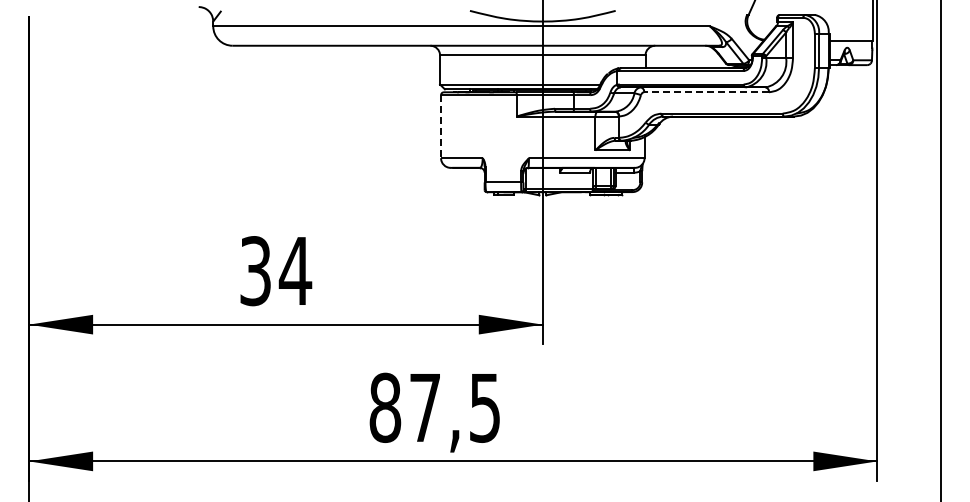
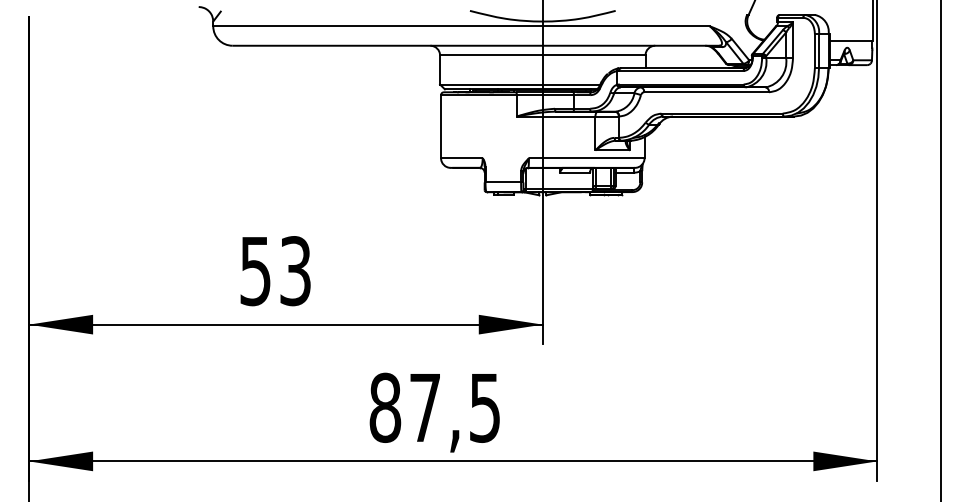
line at (706, 92): dashed -> solid
line at (441, 126): dashed -> solid
text at (276, 271): 34 -> 53
